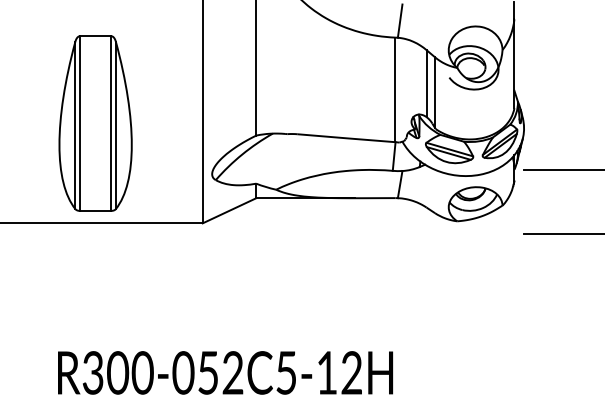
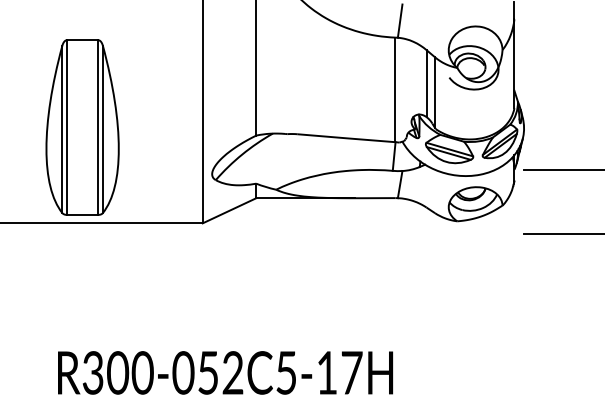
part at (95, 123) position: (95, 123) -> (82, 127)
text at (351, 372): R300-052C5-12H -> R300-052C5-17H
